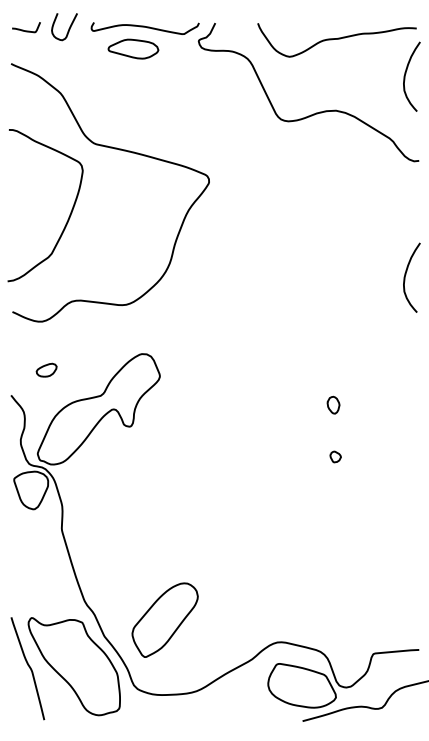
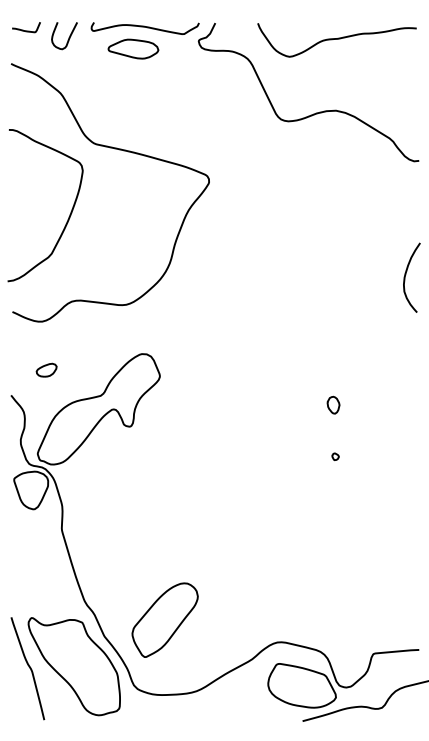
curve at (68, 28) position: (68, 28) -> (68, 37)
curve at (406, 73): present -> none
part at (335, 456) size: 13x14 px -> 9x9 px
